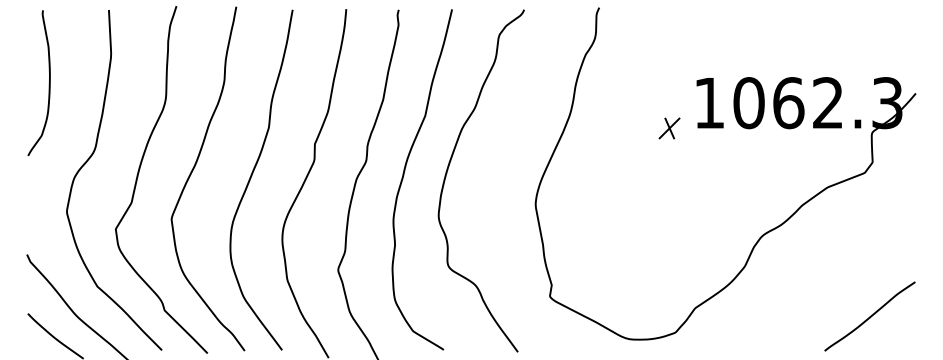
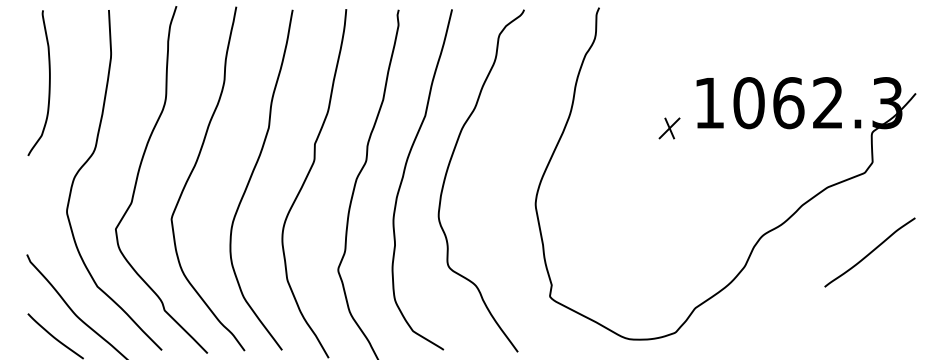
curve at (869, 316) position: (869, 316) -> (869, 252)
